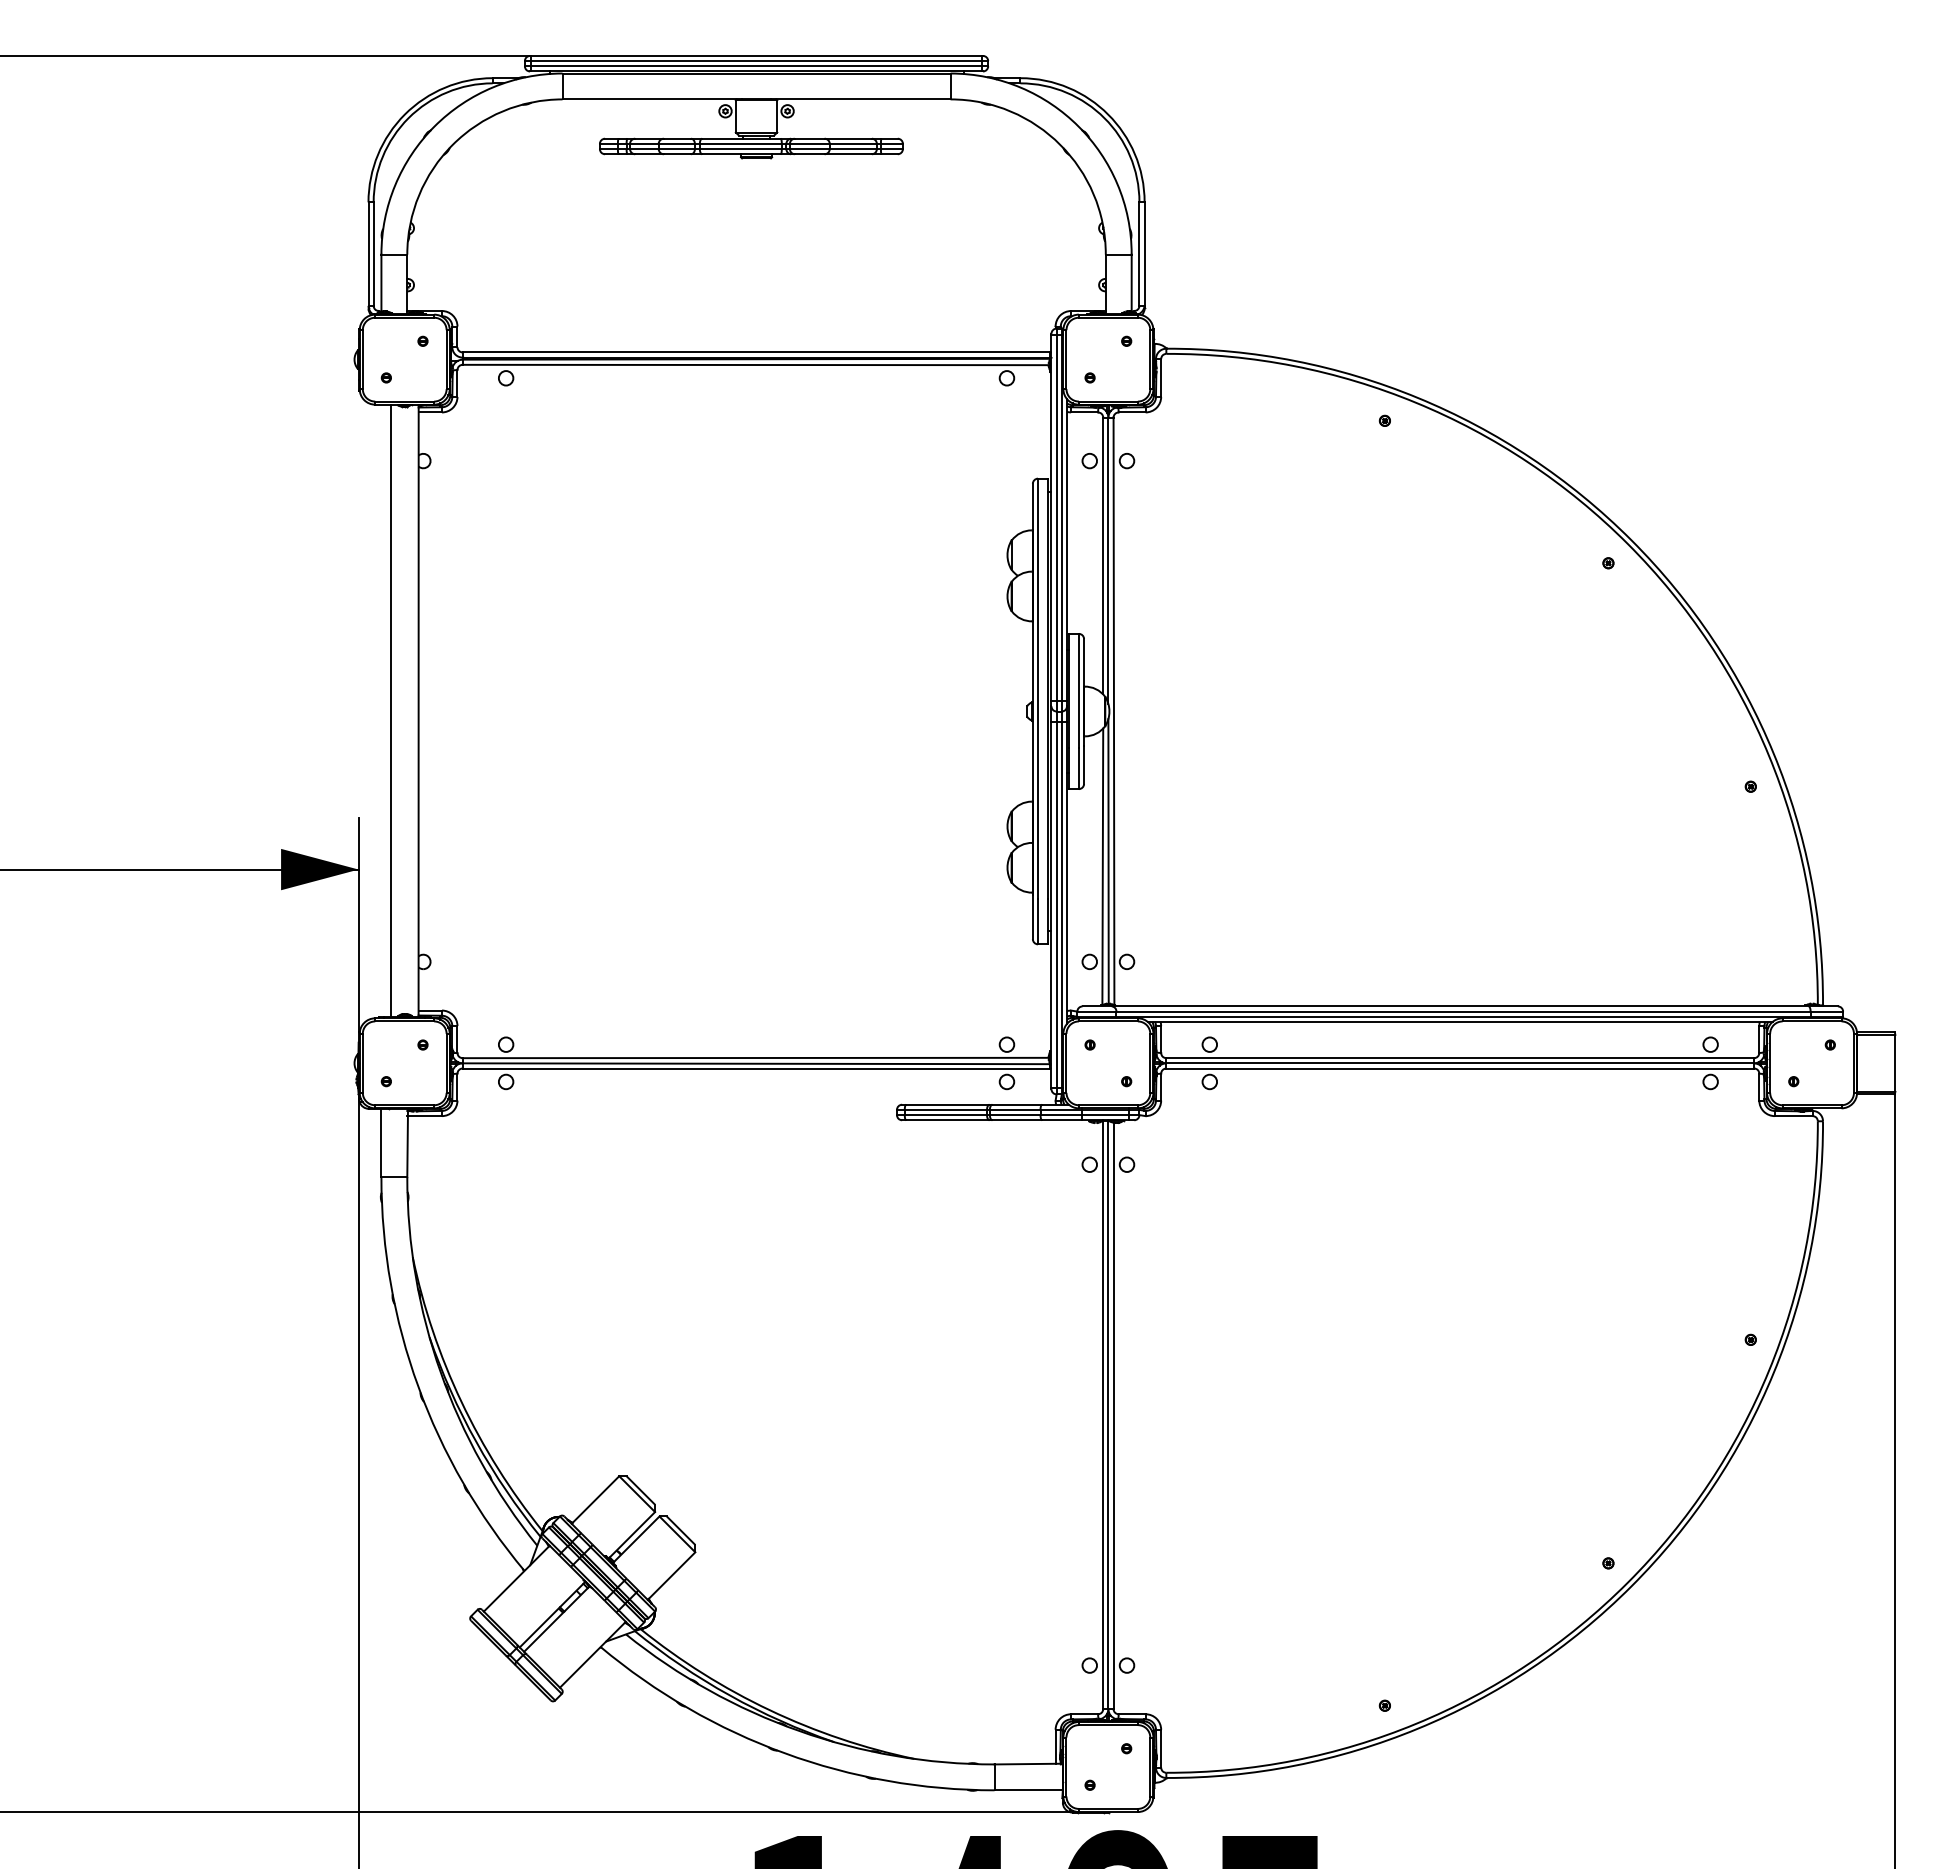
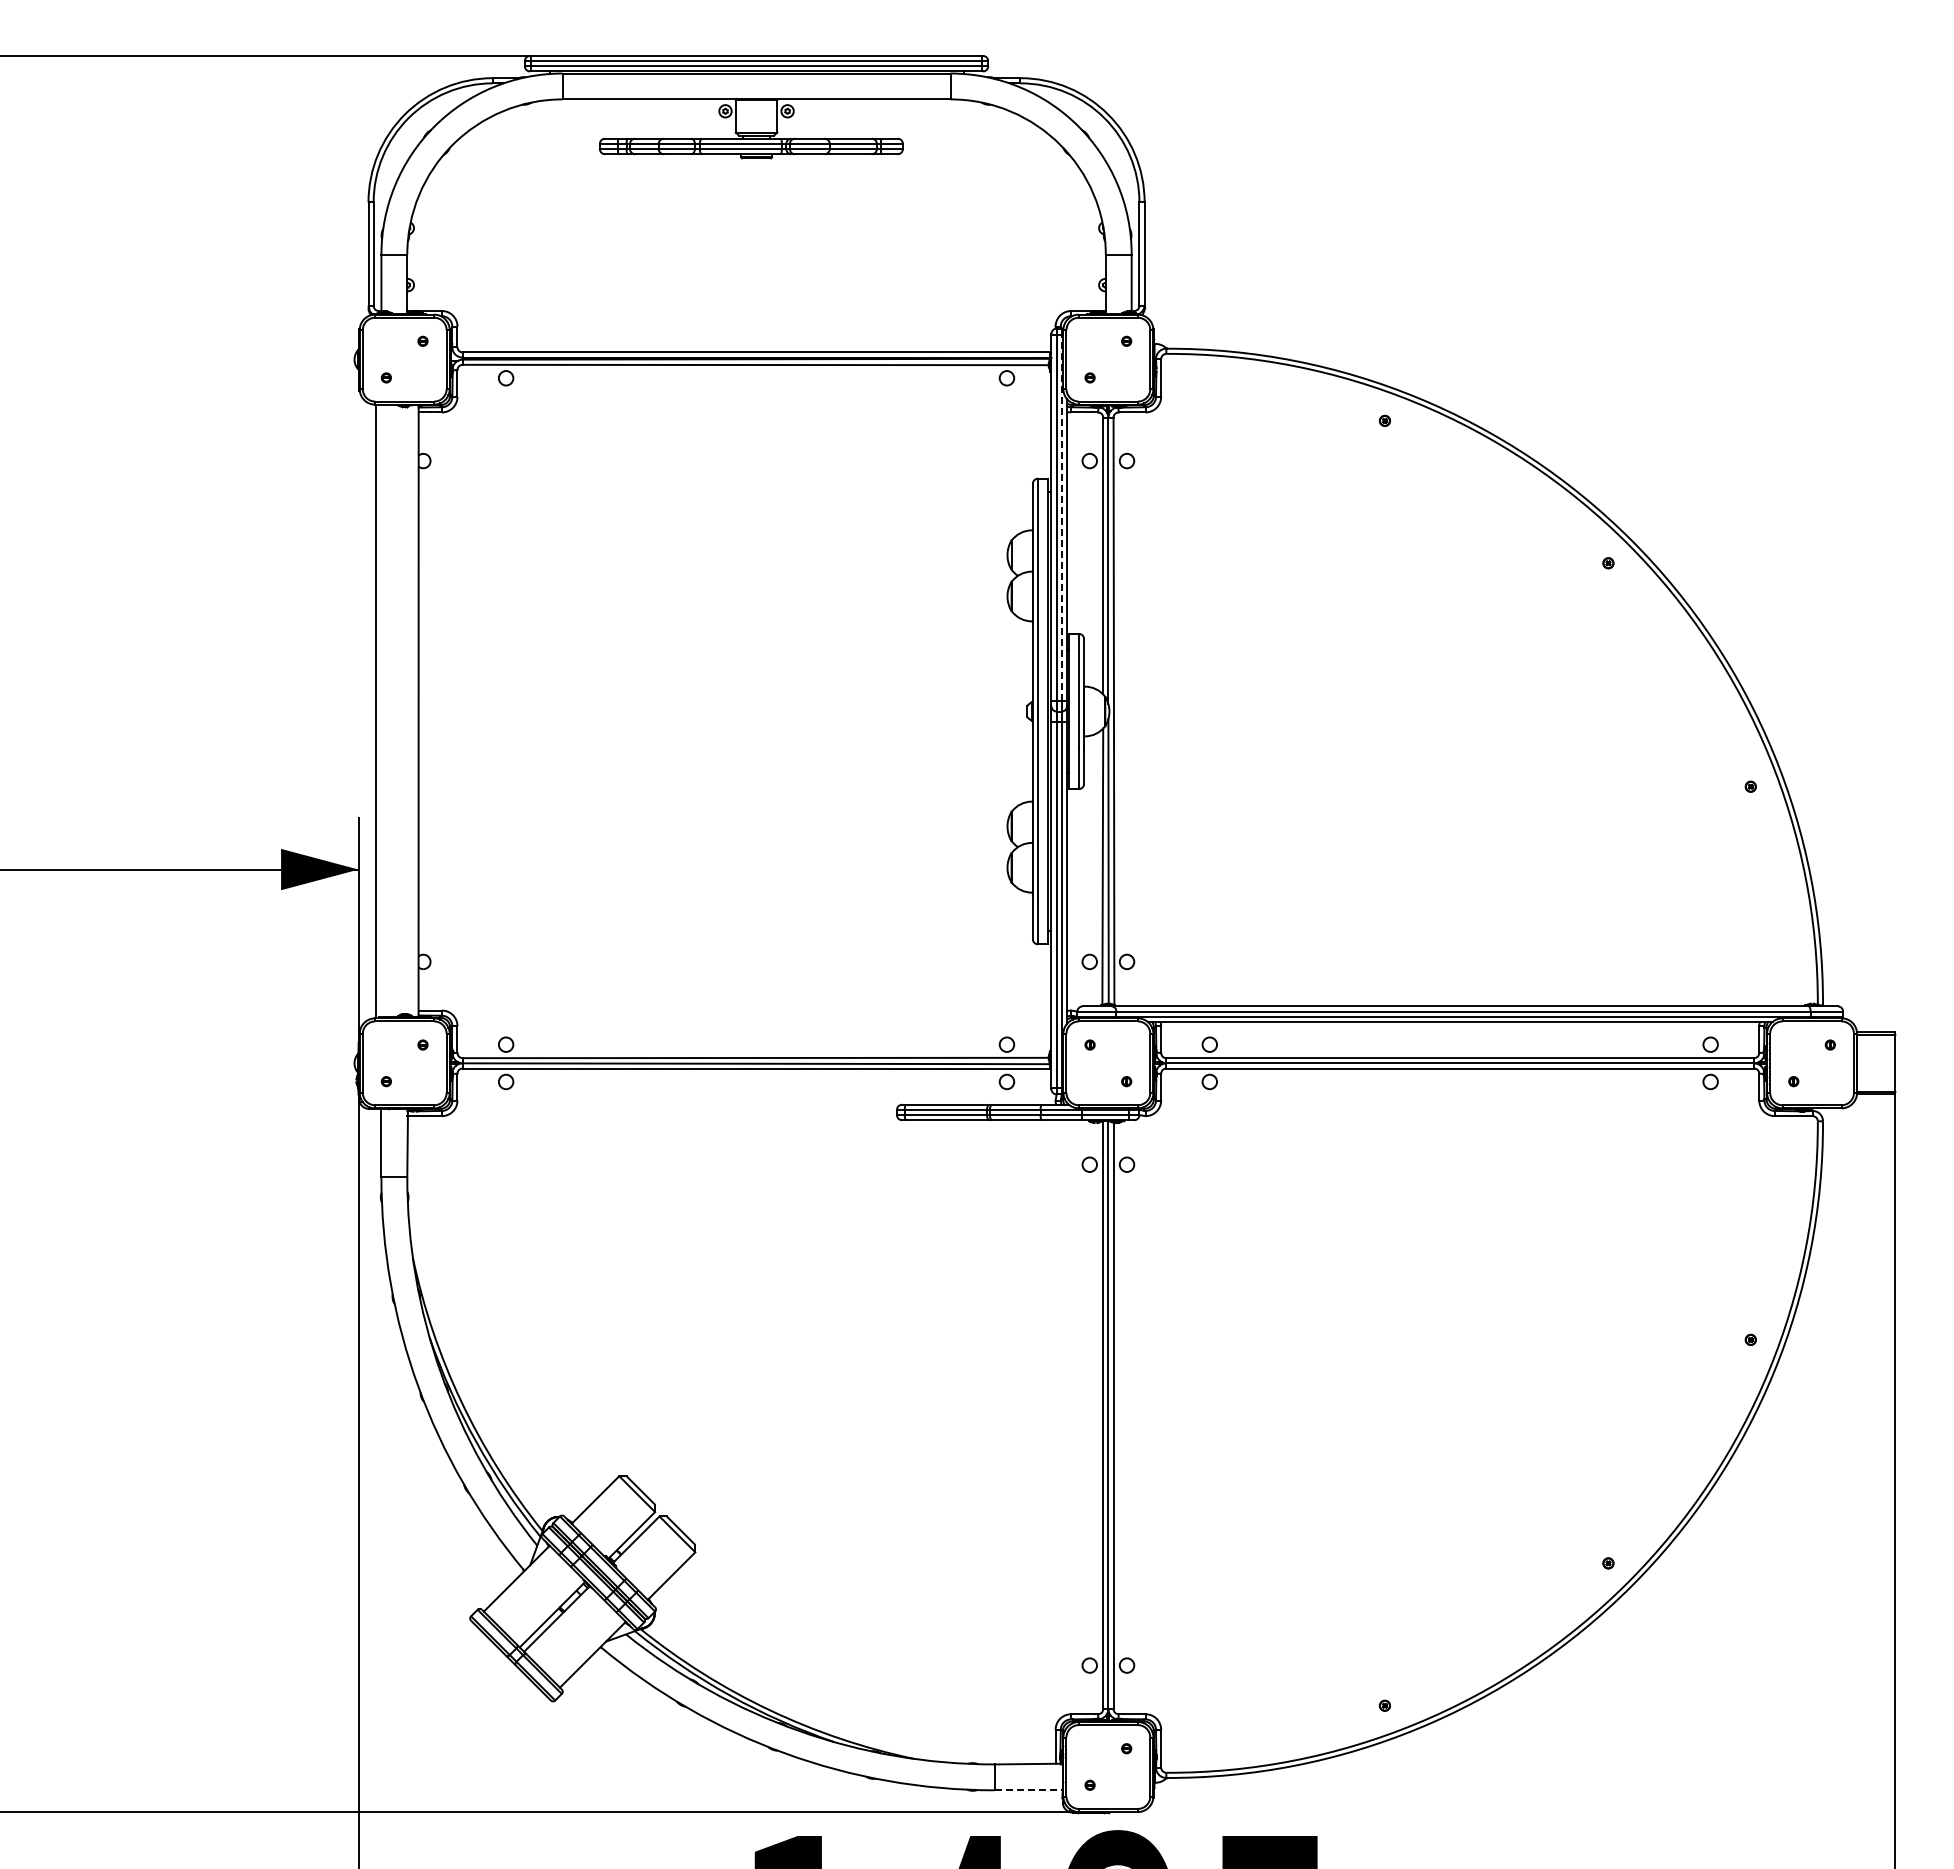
line at (1061, 517): solid -> dashed
line at (390, 710) position: (390, 710) -> (375, 710)
line at (1029, 1790): solid -> dashed
